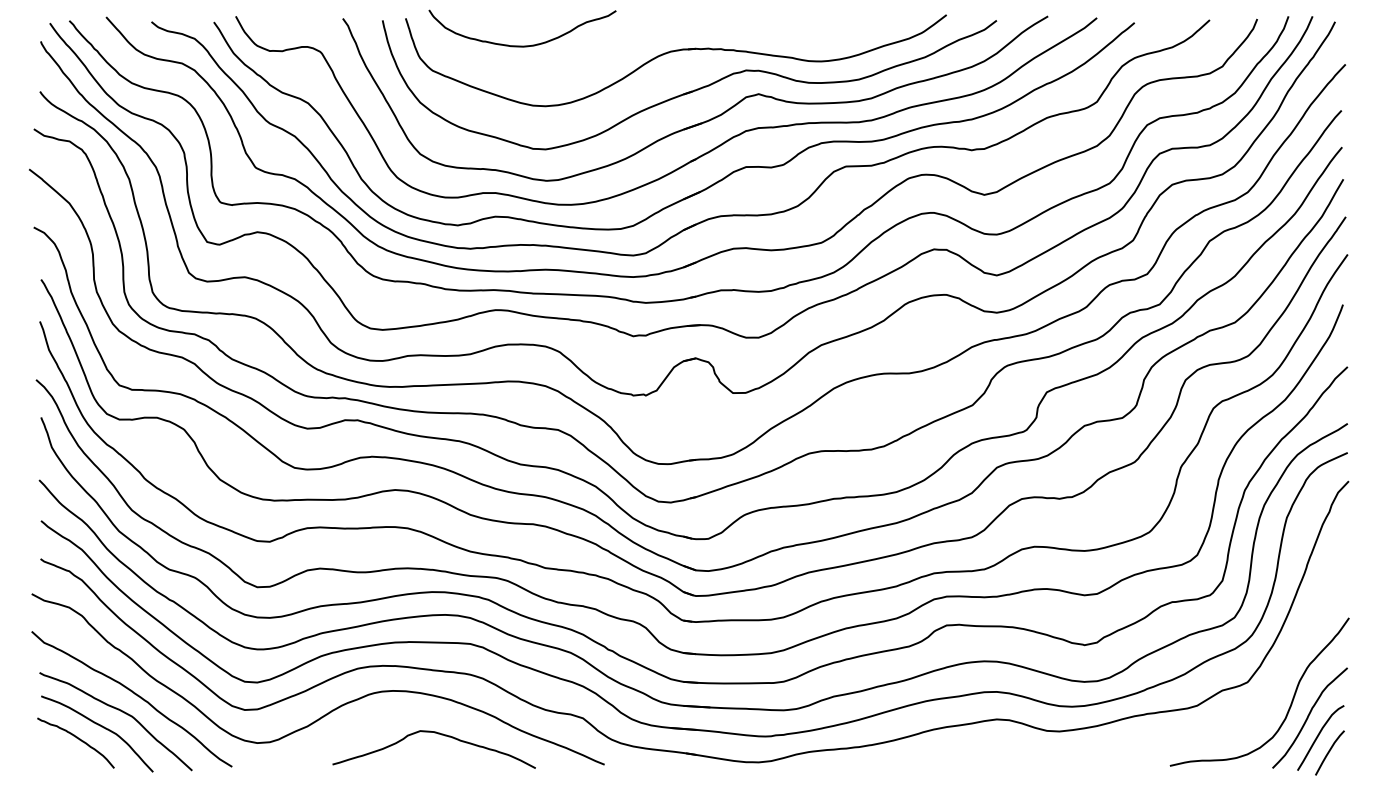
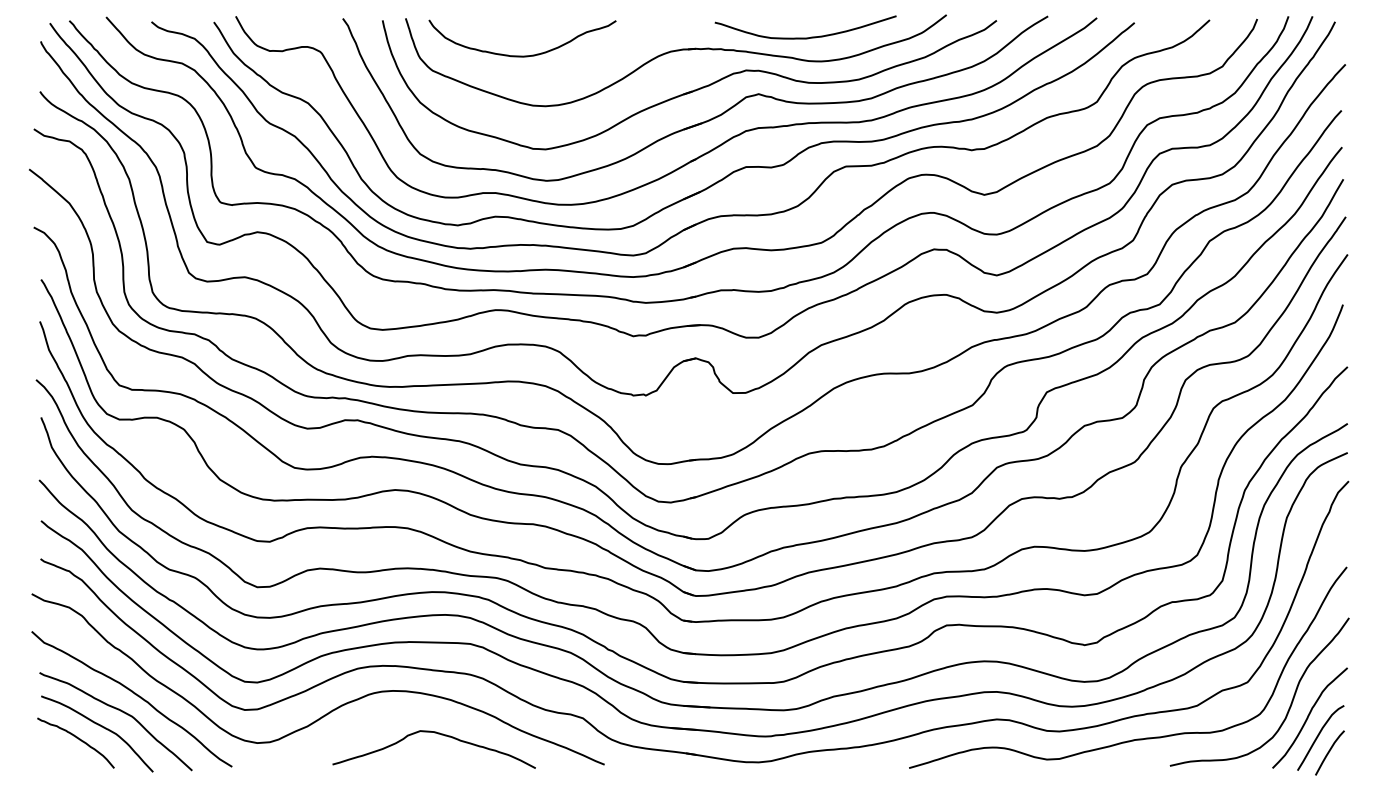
curve at (805, 37): none -> present
curve at (522, 45) position: (522, 45) -> (522, 55)
curve at (1137, 738): none -> present
